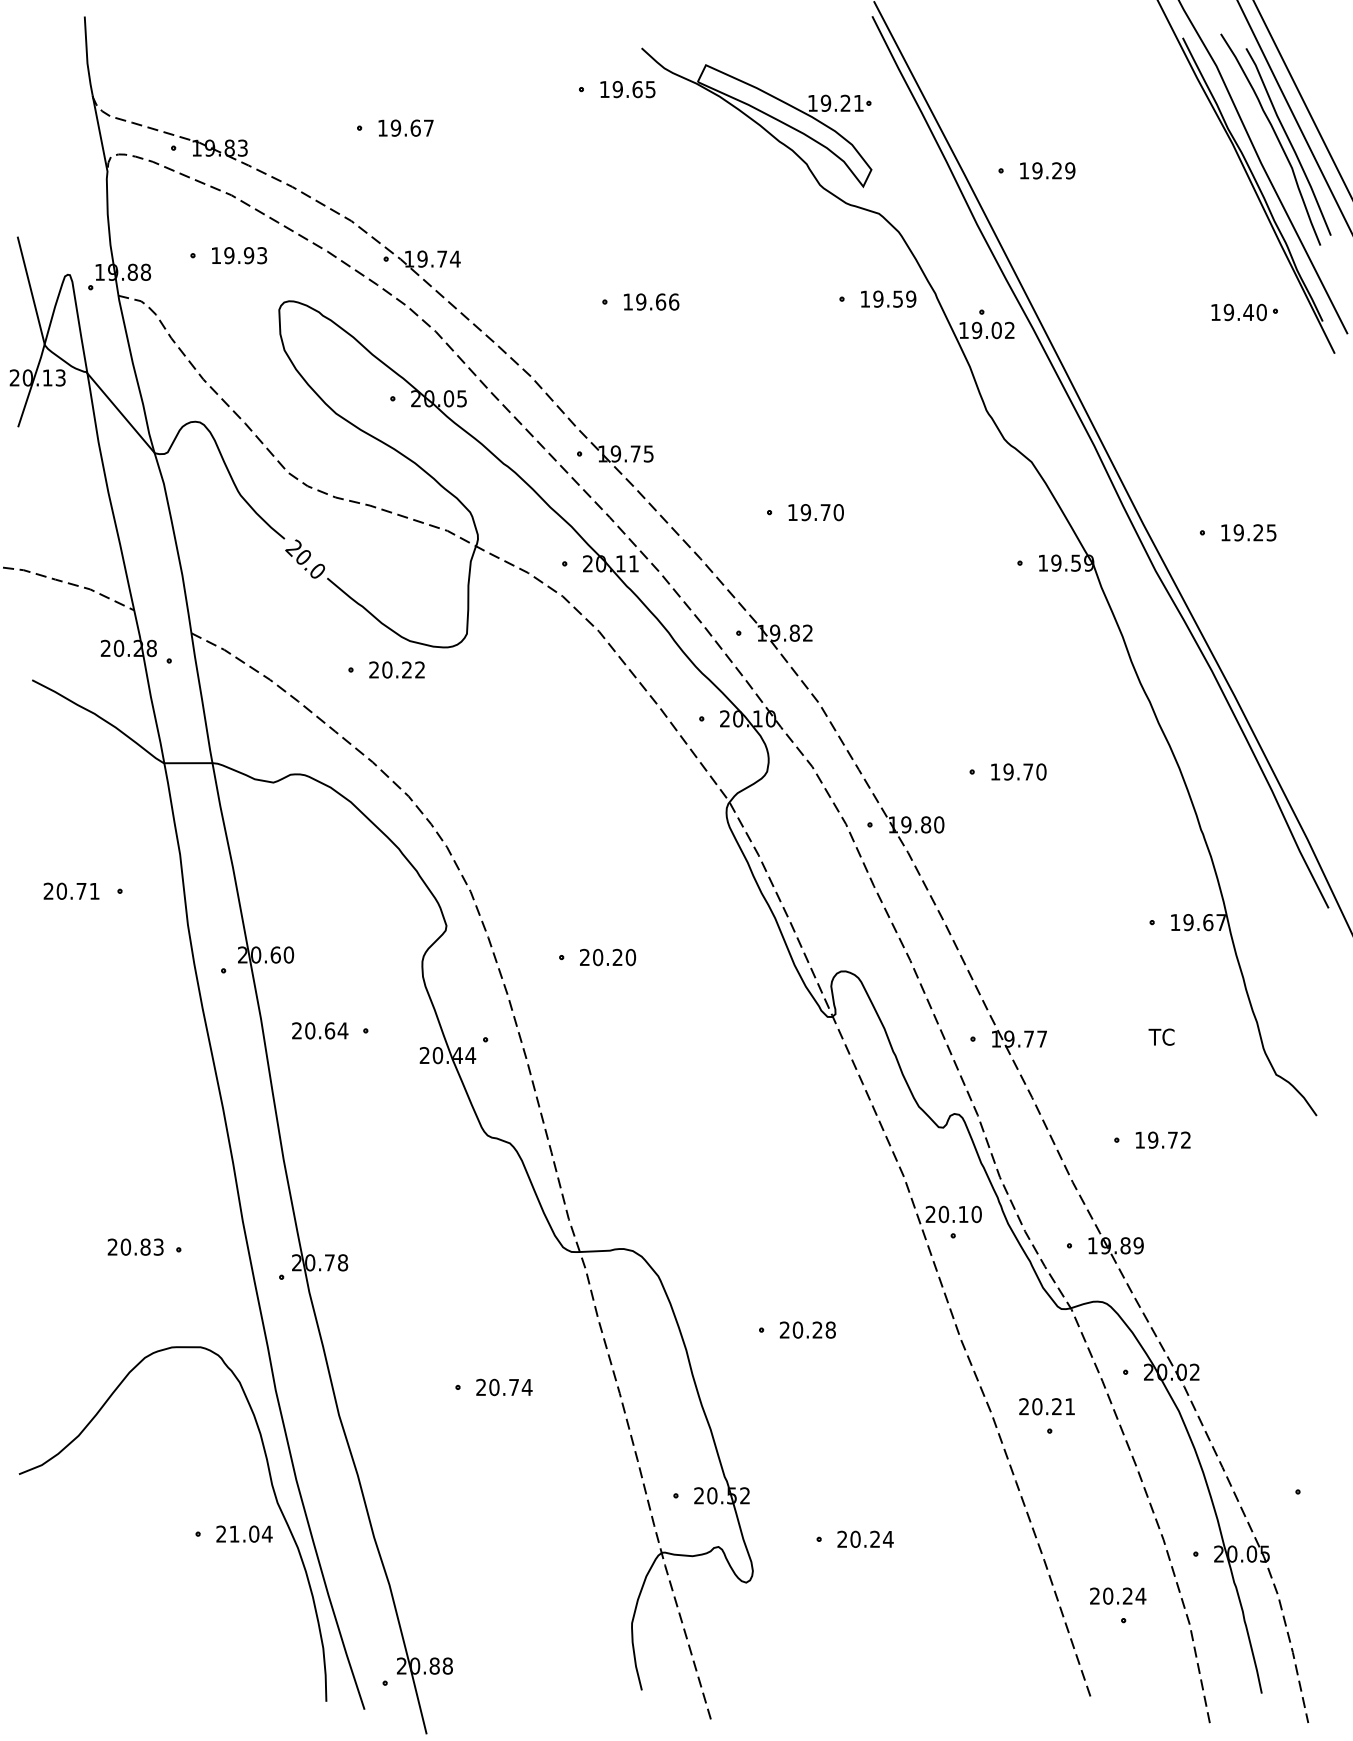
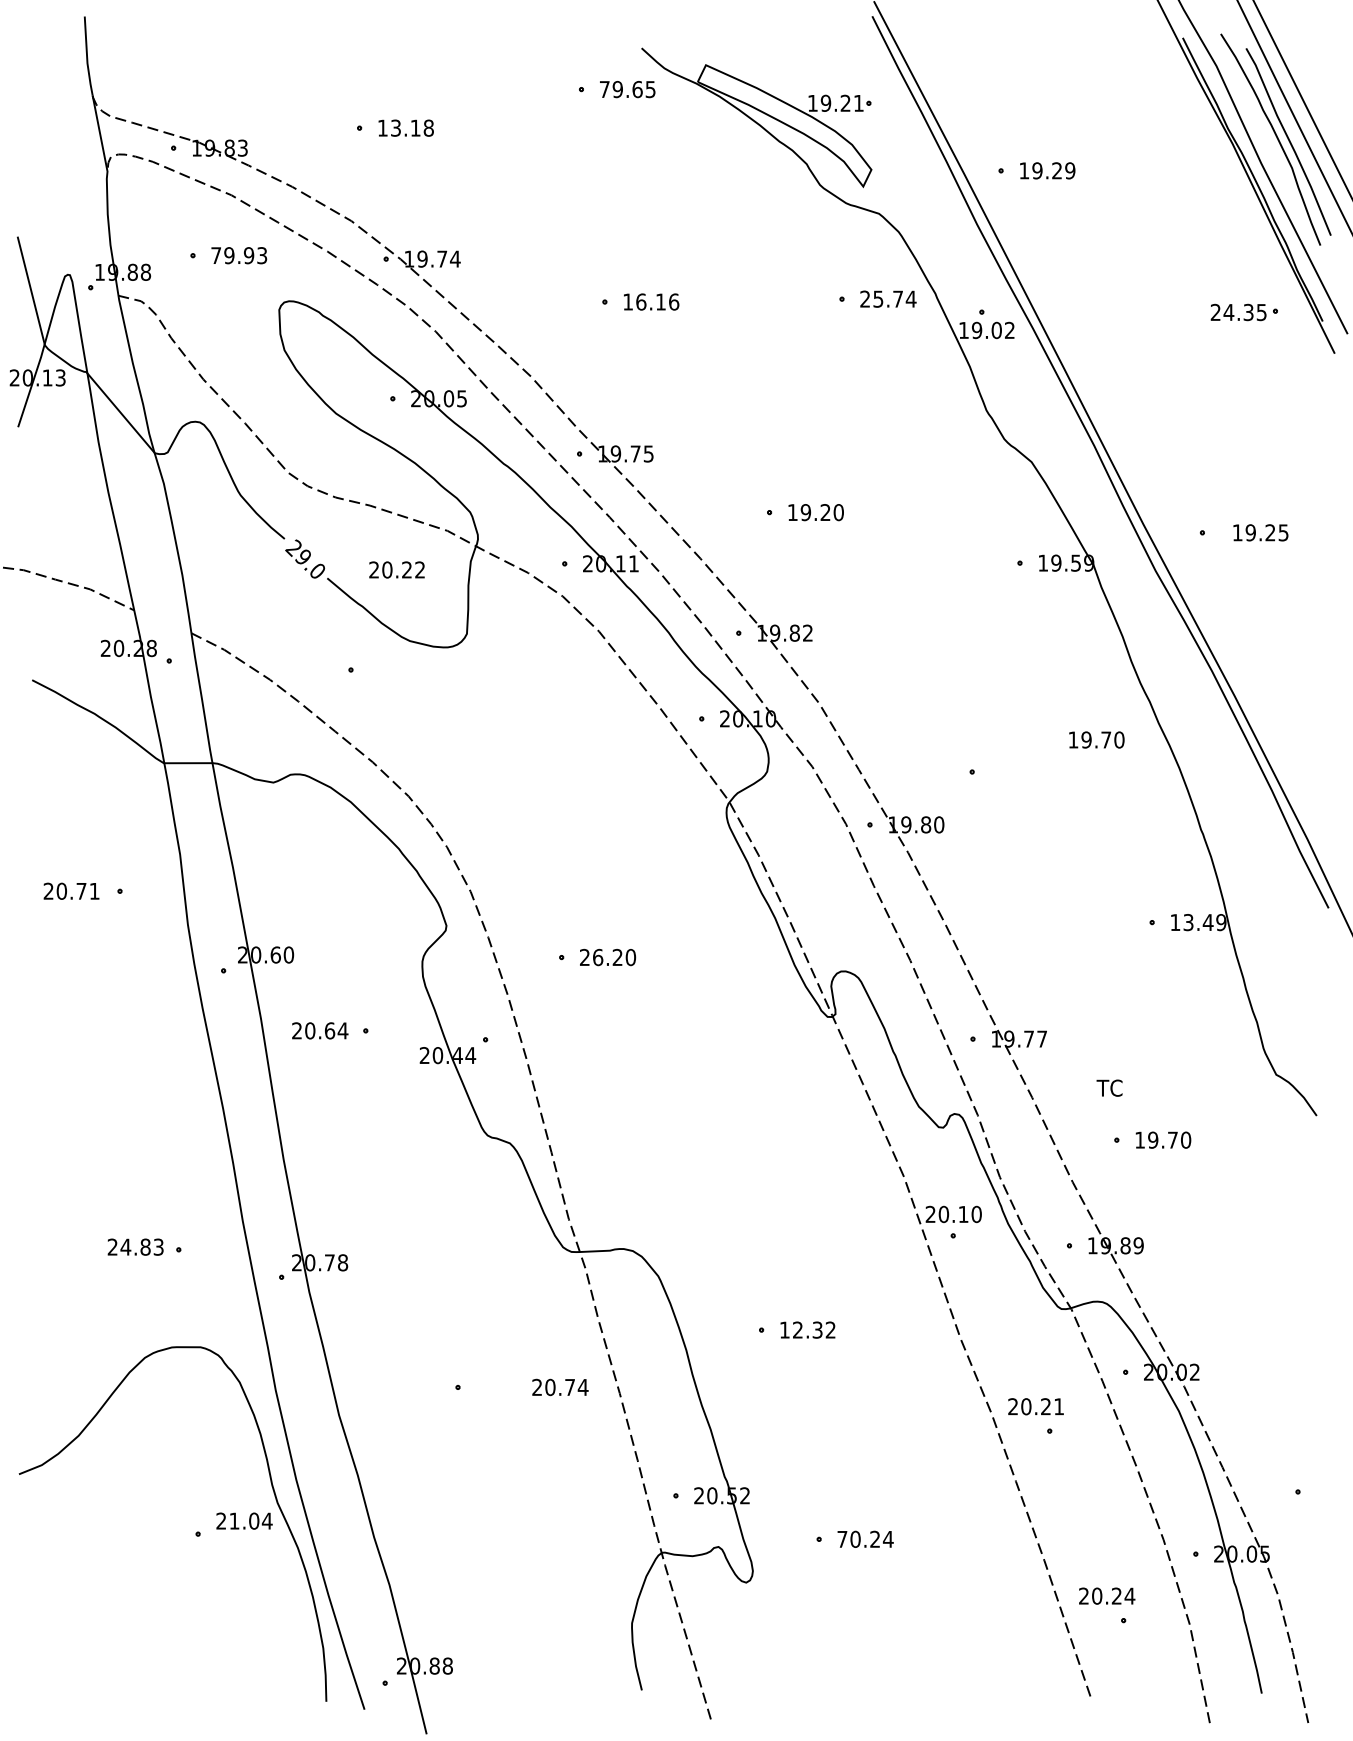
text at (604, 89): 19.65 -> 79.65
text at (411, 127): 19.67 -> 13.18
text at (215, 255): 19.93 -> 79.93
text at (888, 298): 19.59 -> 25.74
text at (651, 301): 19.66 -> 16.16
text at (1238, 312): 19.40 -> 24.35
text at (825, 512): 19.70 -> 19.20
text at (1248, 532) position: (1248, 532) -> (1260, 532)
text at (303, 556): 20.0 -> 29.0
text at (396, 669) position: (396, 669) -> (396, 569)
text at (1018, 771) position: (1018, 771) -> (1096, 739)
text at (1204, 922): 19.67 -> 13.49
text at (598, 956): 20.20 -> 26.20
text at (1161, 1036) position: (1161, 1036) -> (1109, 1087)
text at (1186, 1139): 19.72 -> 19.70
text at (125, 1246): 20.83 -> 24.83
text at (807, 1329): 20.28 -> 12.32
text at (504, 1387) position: (504, 1387) -> (560, 1387)
text at (1046, 1406) position: (1046, 1406) -> (1035, 1406)
text at (244, 1533) position: (244, 1533) -> (244, 1520)
text at (842, 1538): 20.24 -> 70.24
text at (1118, 1595) position: (1118, 1595) -> (1107, 1595)
